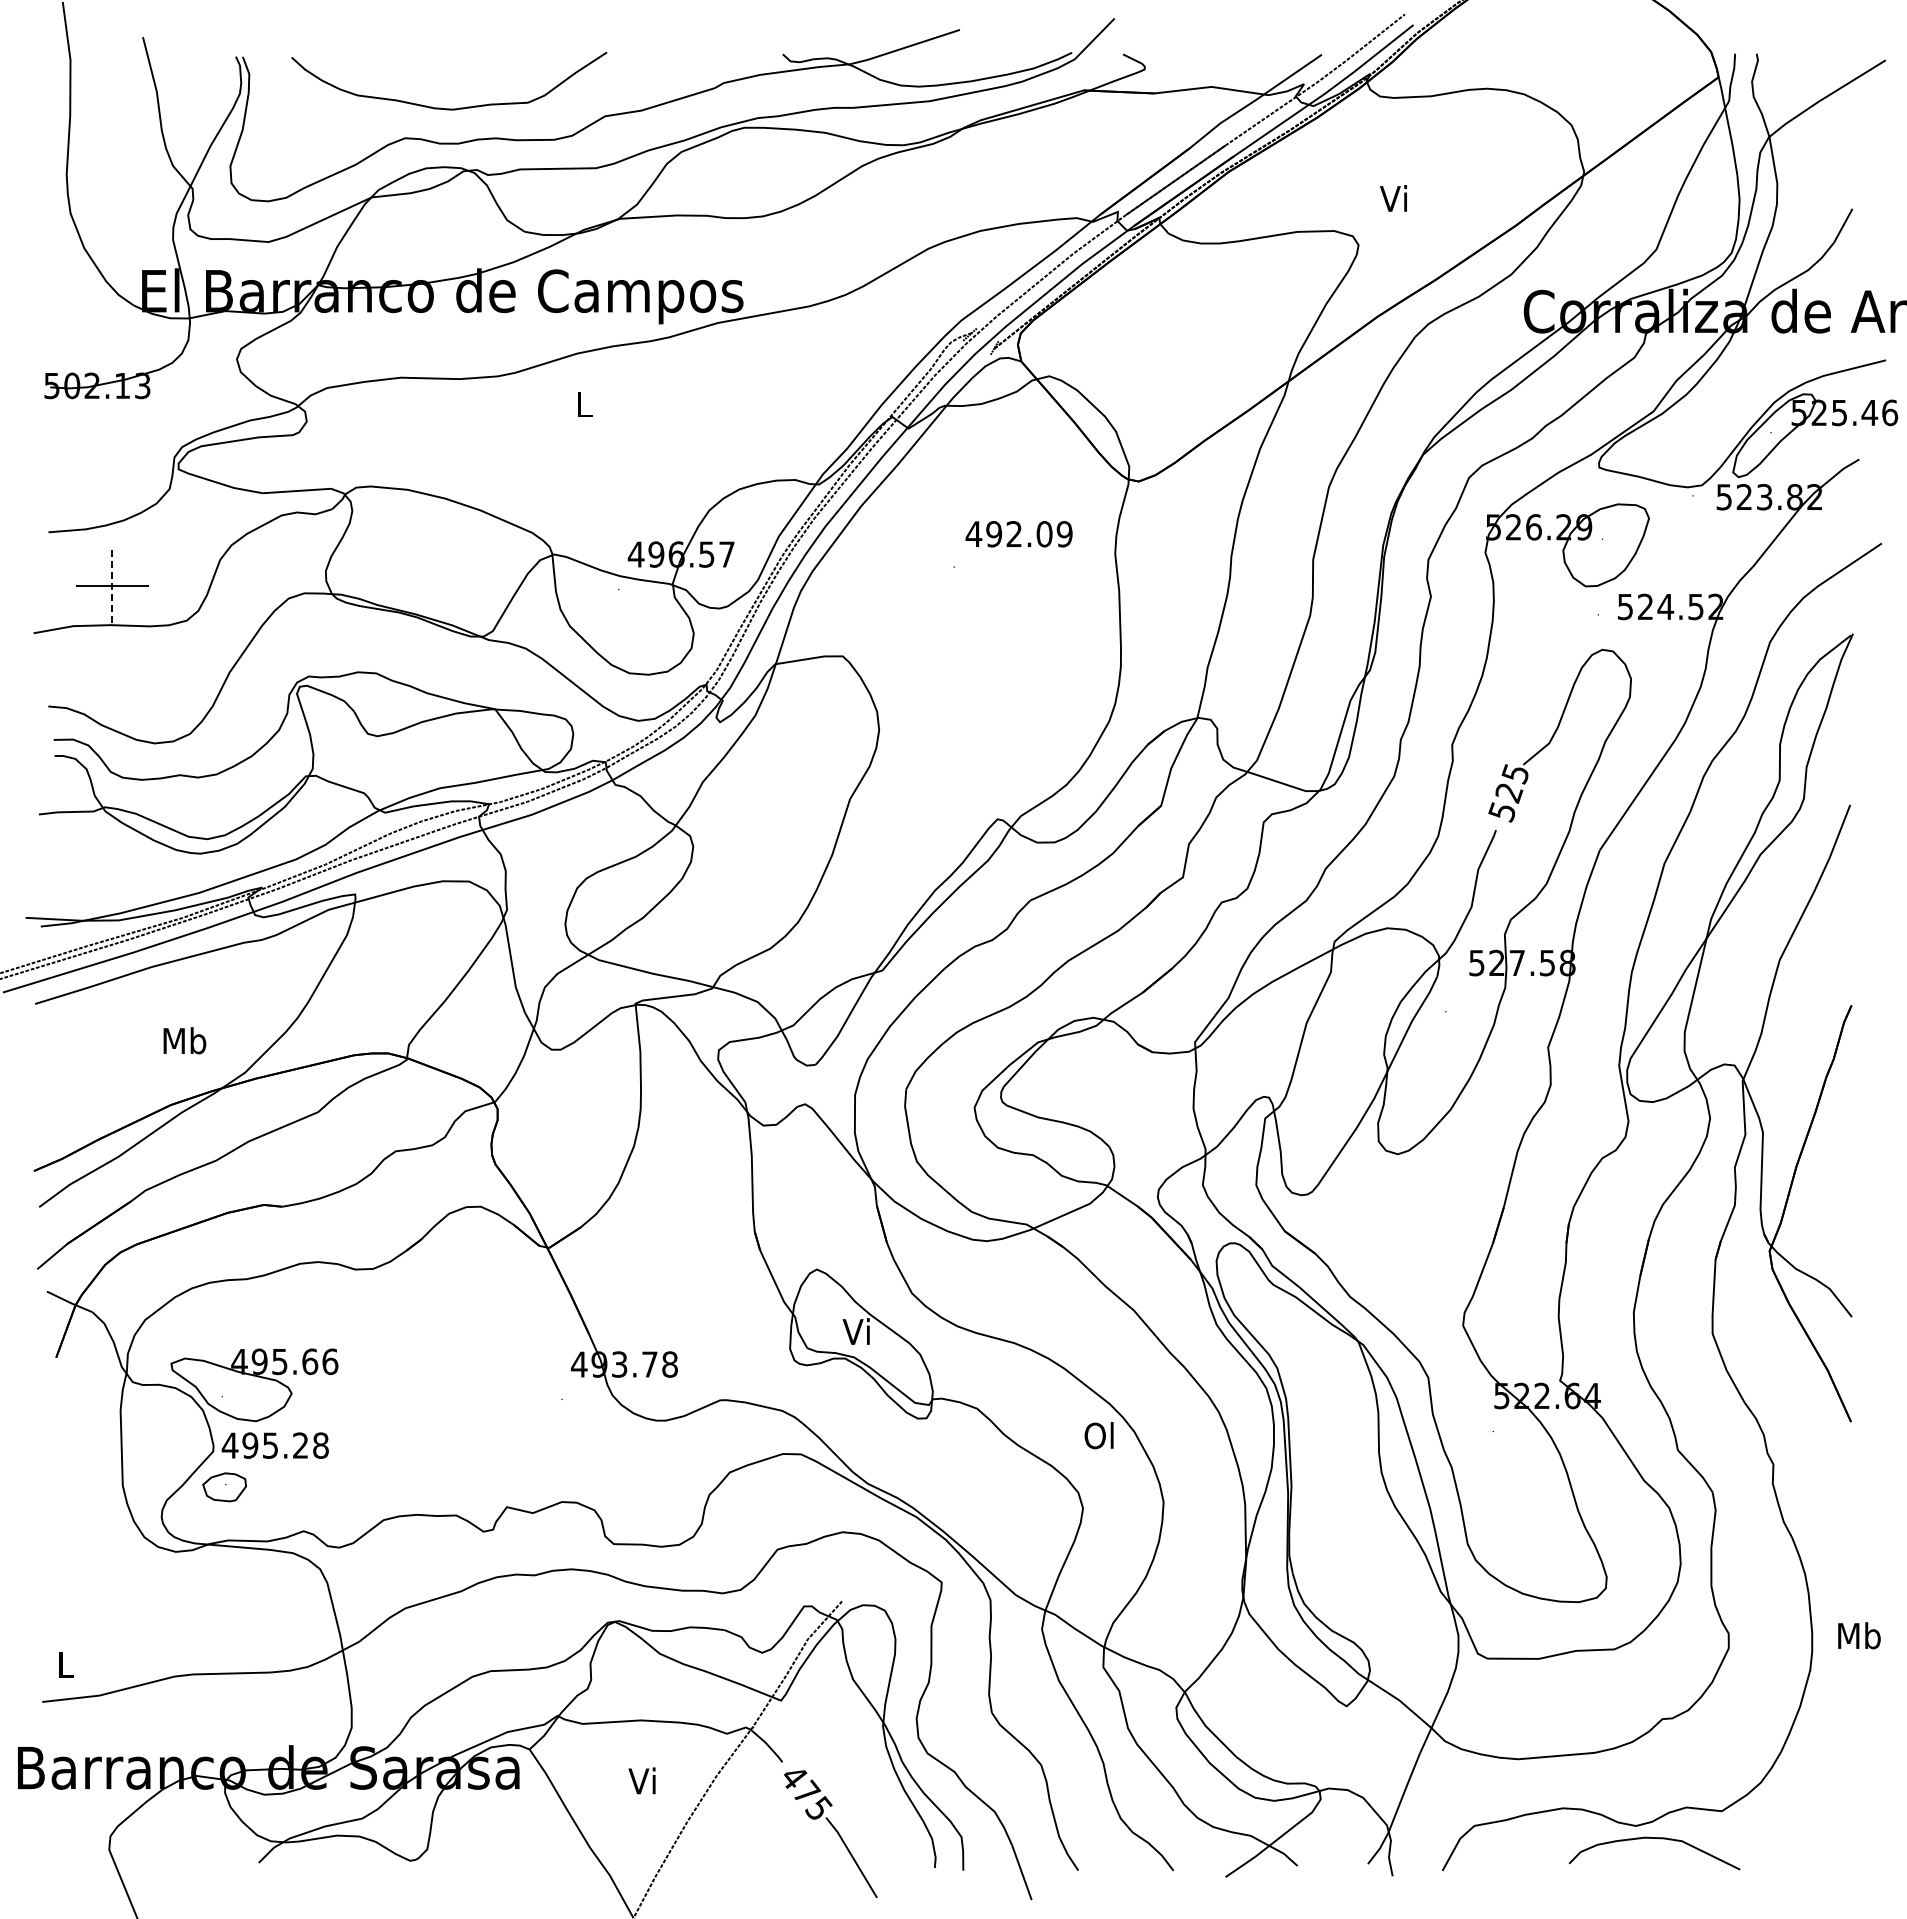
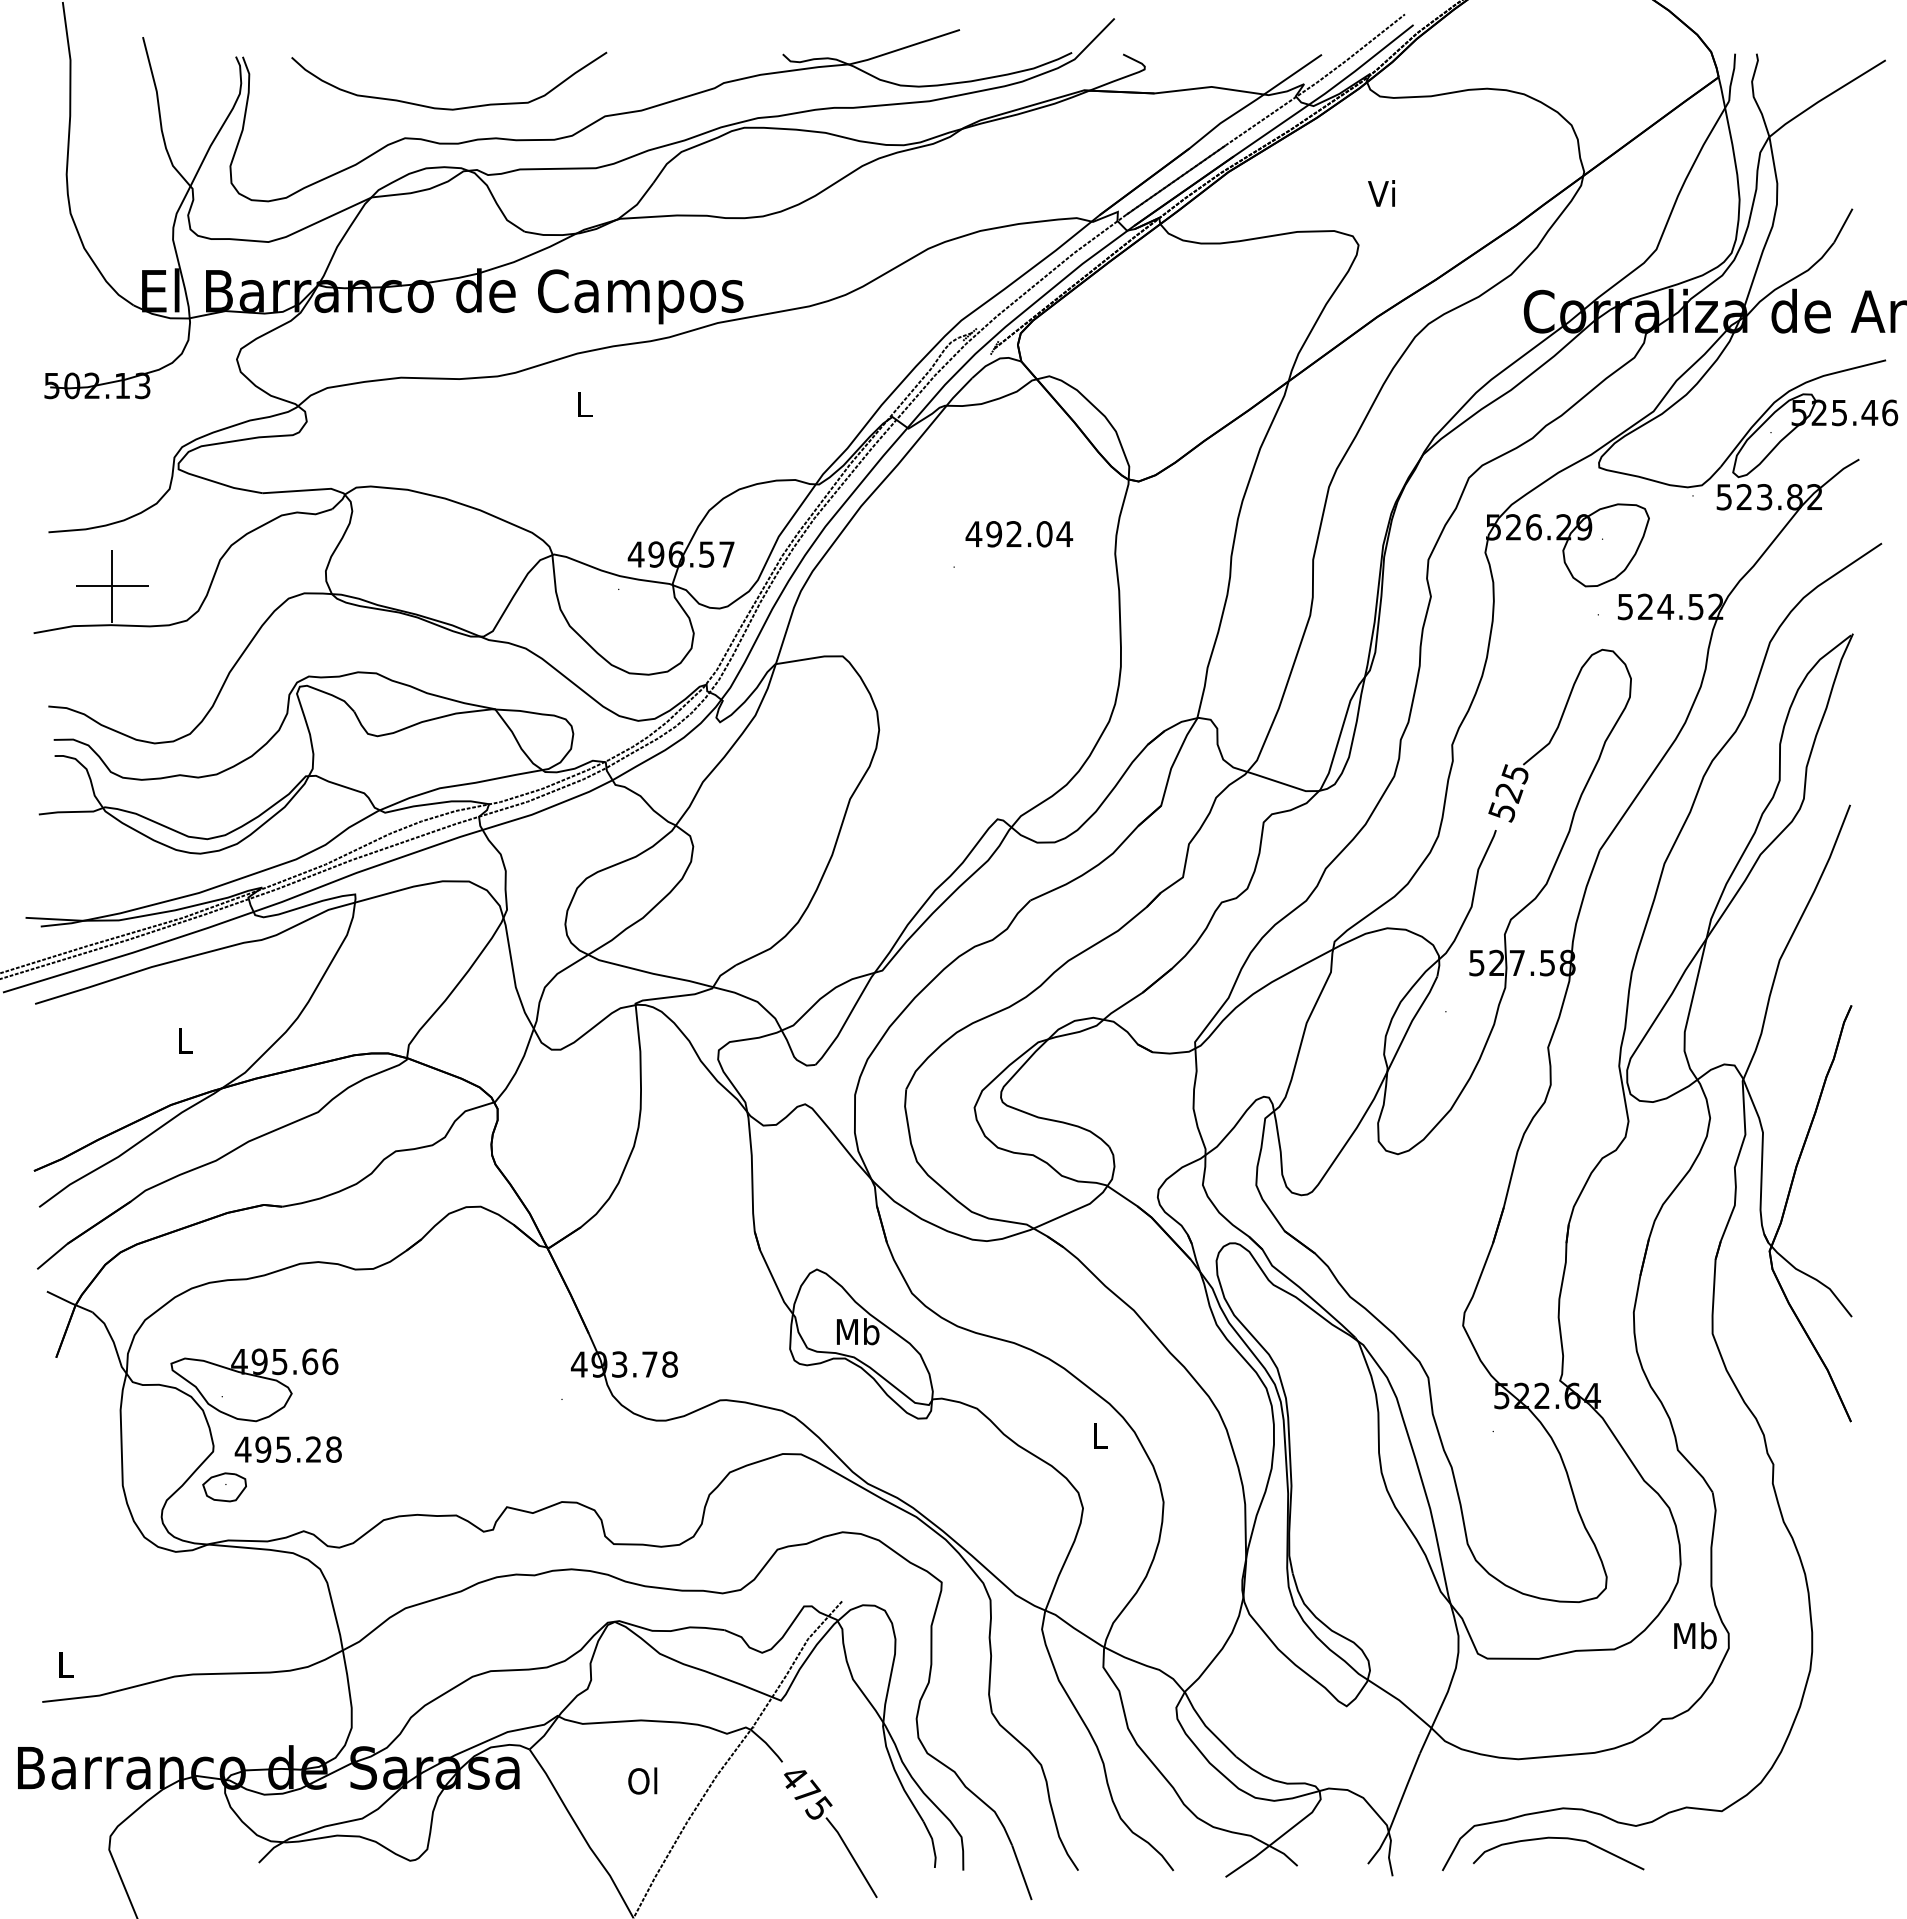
text at (1393, 198) position: (1393, 198) -> (1381, 193)
text at (1064, 534): 492.09 -> 492.04
line at (112, 586): dashed -> solid
text at (184, 1040): Mb -> L
text at (857, 1331): Vi -> Mb
text at (1098, 1435): Ol -> L
text at (274, 1445) position: (274, 1445) -> (287, 1449)
text at (1859, 1635) position: (1859, 1635) -> (1695, 1635)
text at (642, 1780): Vi -> Ol
curve at (1659, 1839) position: (1659, 1839) -> (1563, 1839)
